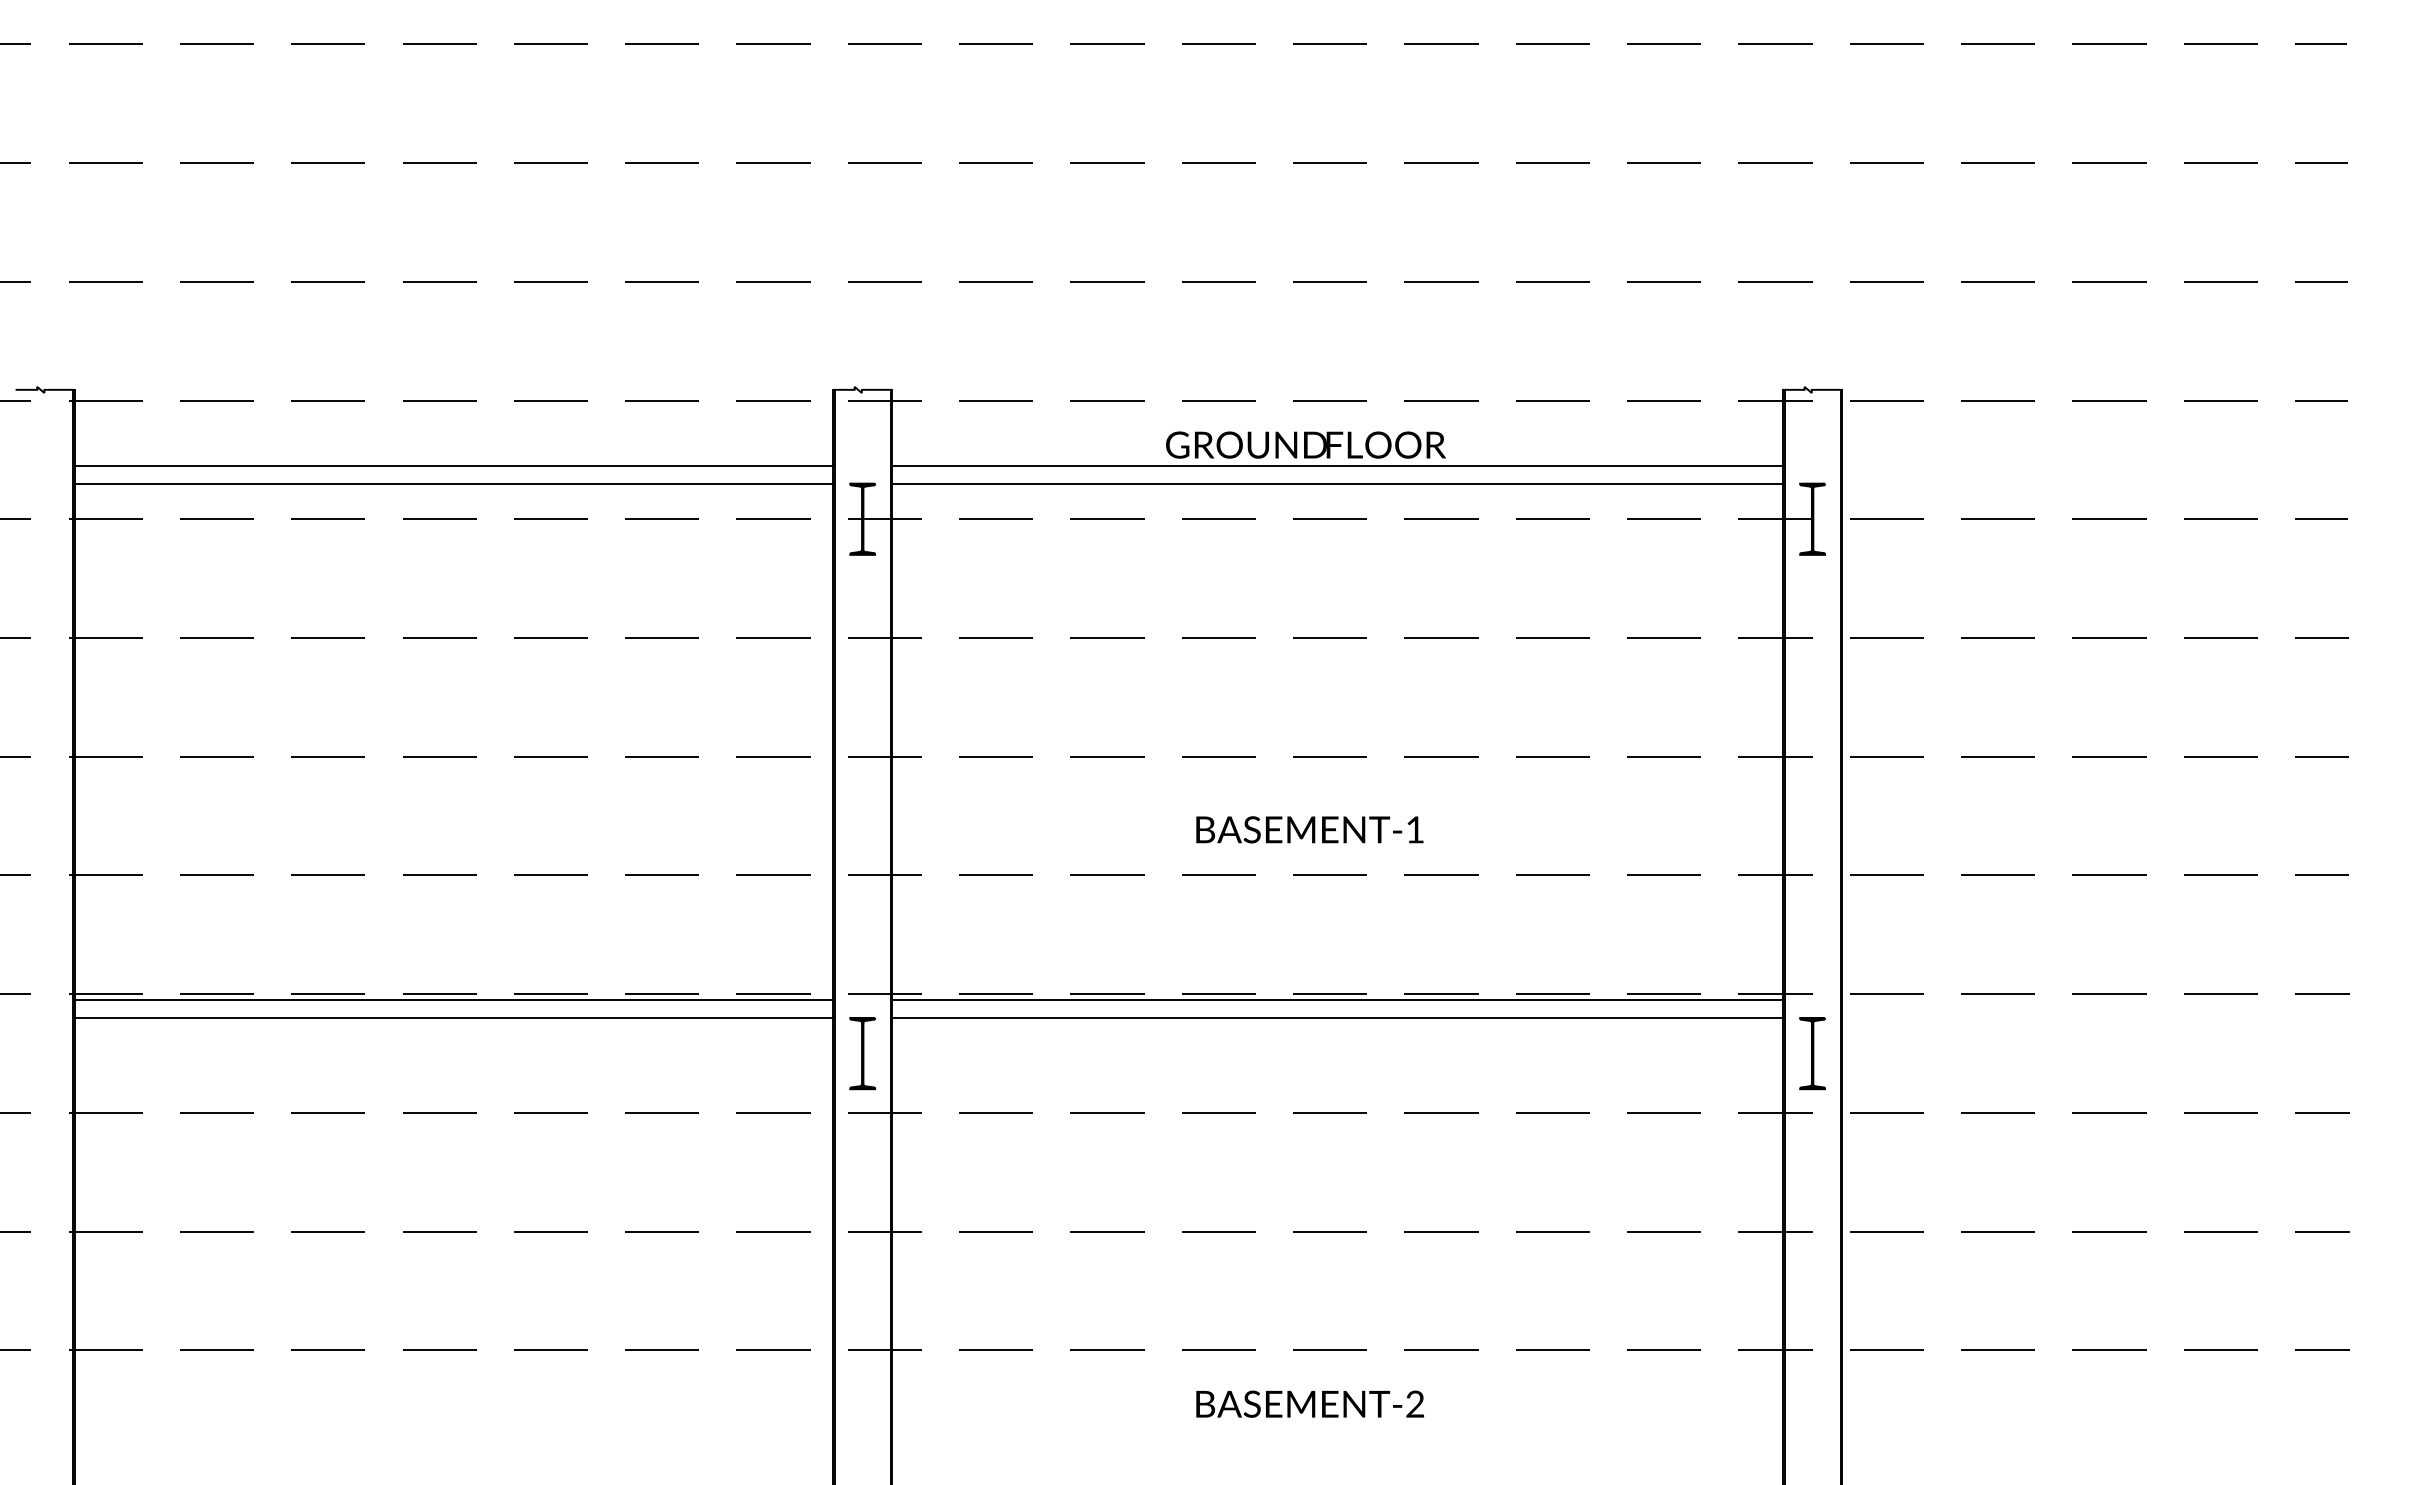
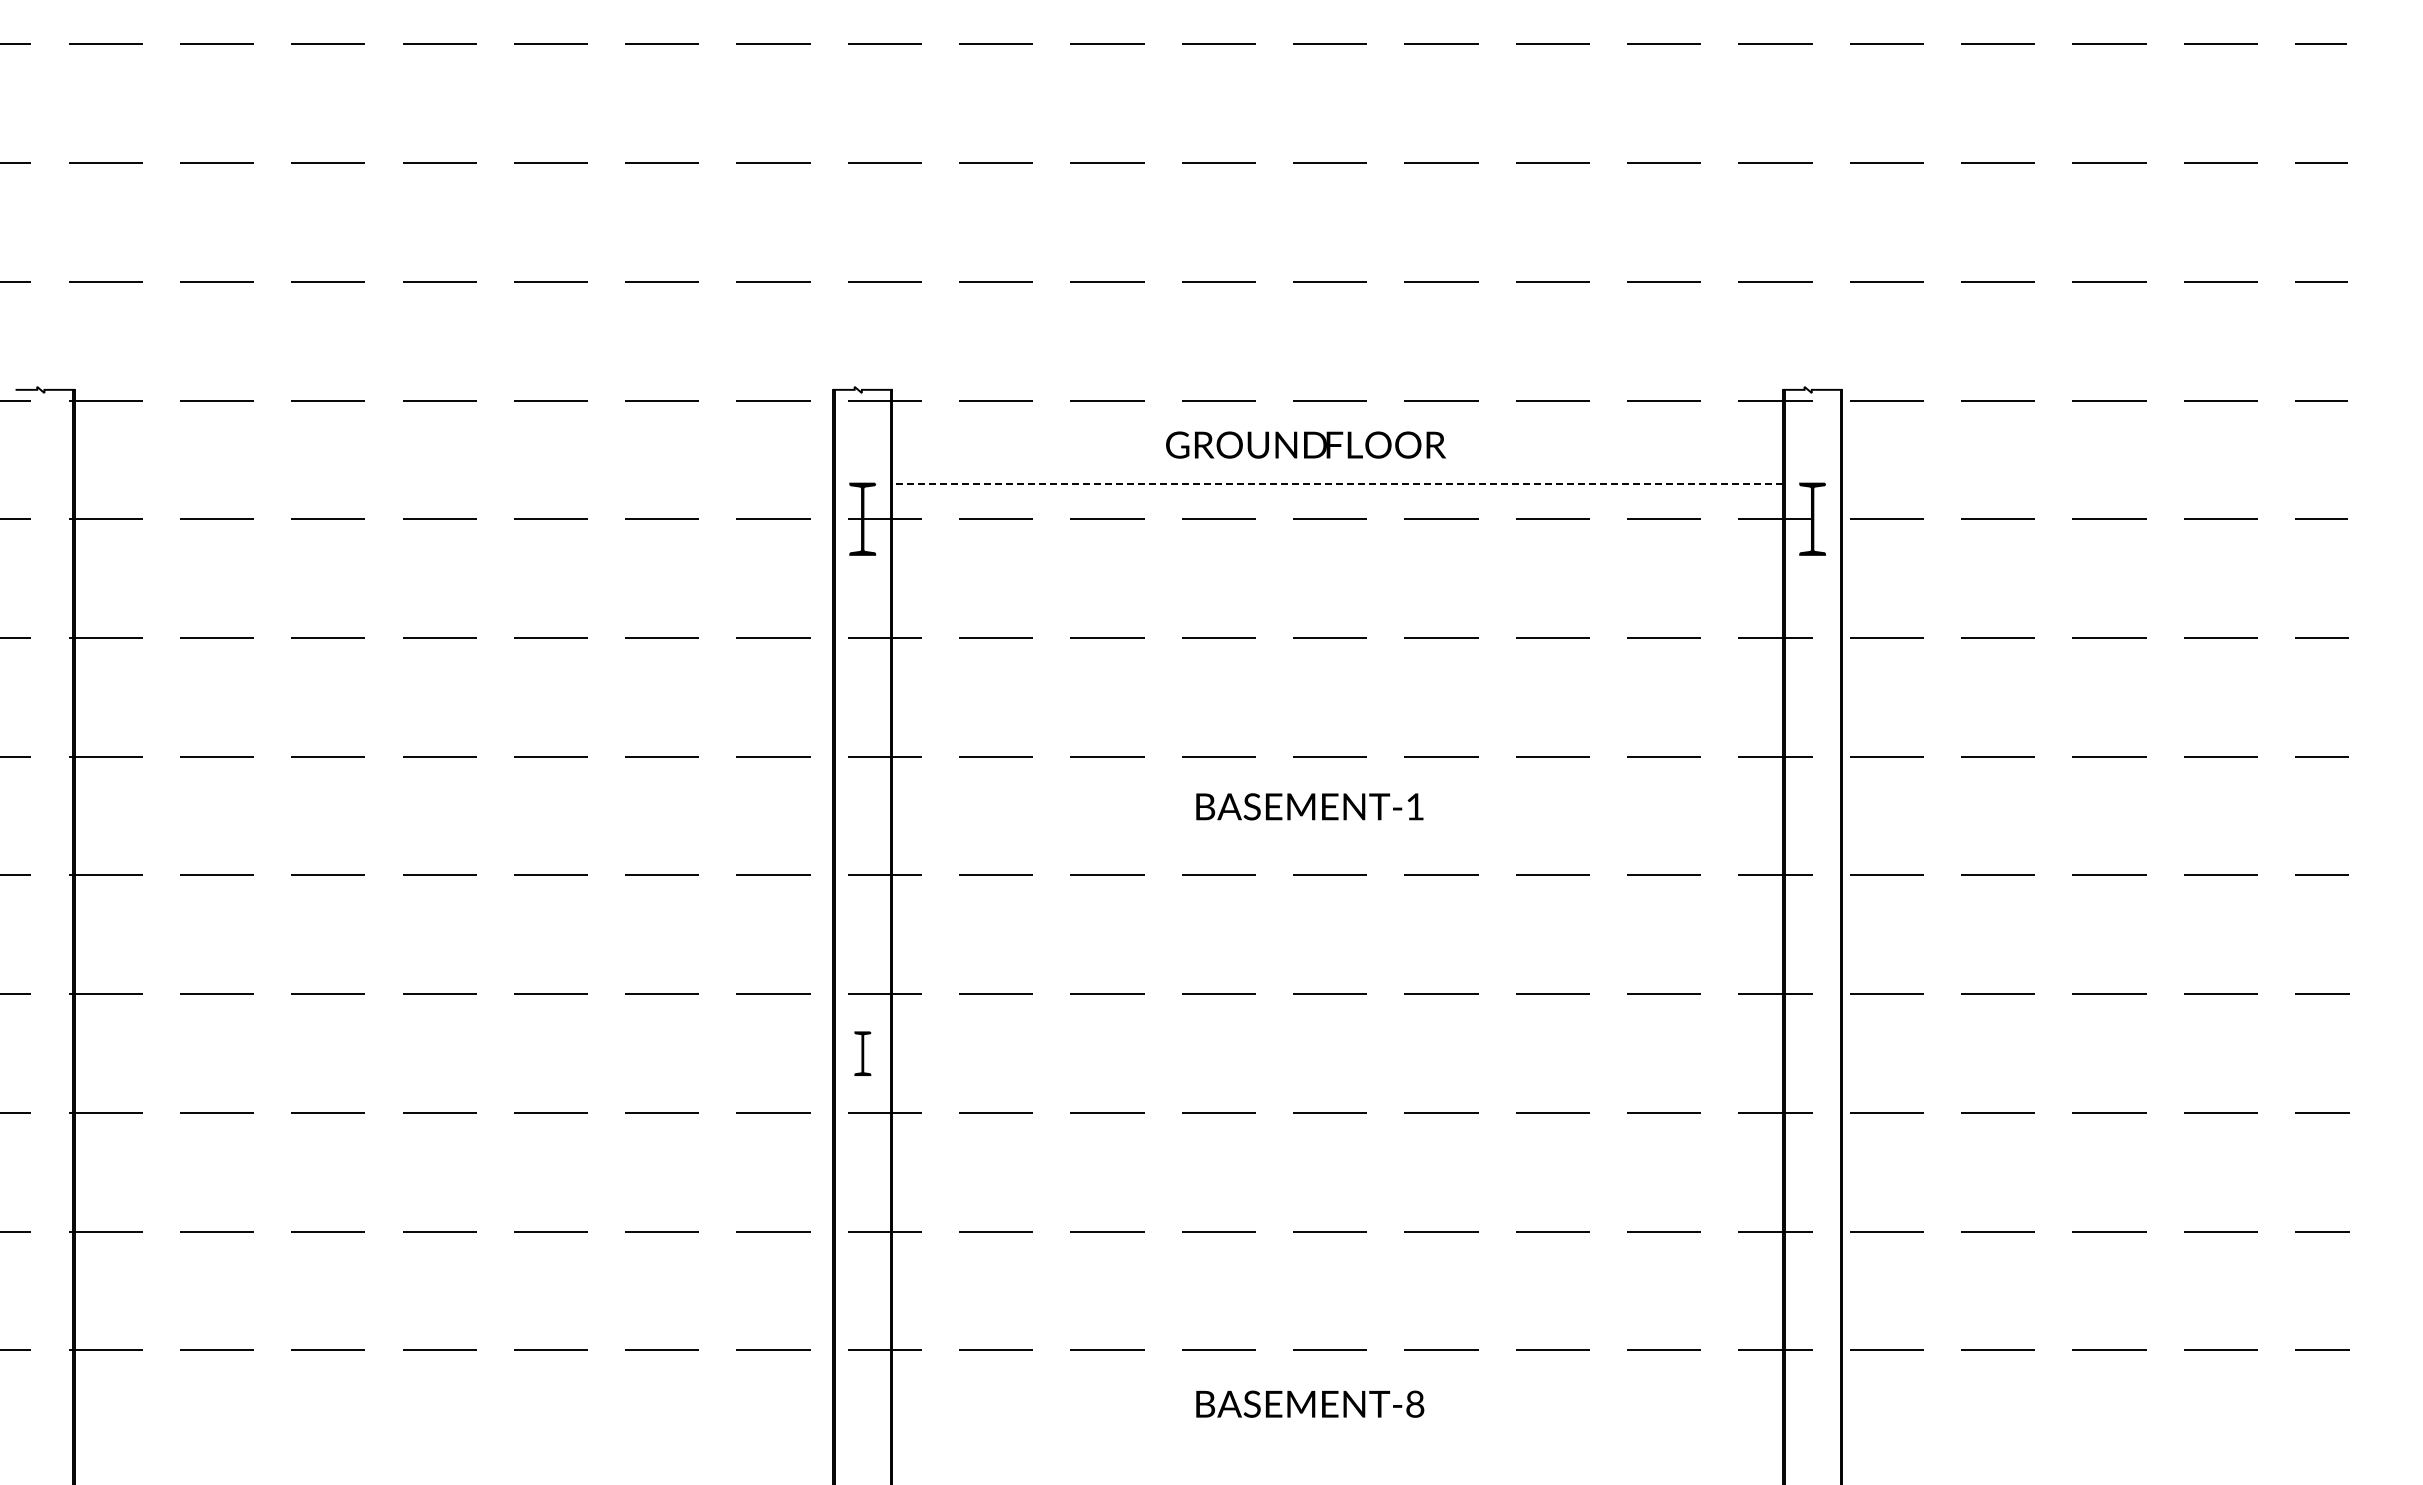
line at (453, 465): present -> none
line at (1337, 465): present -> none
line at (453, 483): present -> none
line at (1337, 483): solid -> dashed
text at (1309, 829) position: (1309, 829) -> (1309, 806)
line at (453, 1000): present -> none
line at (1337, 1000): present -> none
line at (453, 1017): present -> none
line at (1337, 1017): present -> none
part at (862, 1053) size: 28x74 px -> 18x45 px
part at (1812, 1053): present -> none
text at (1415, 1404): BASEMENT-2 -> BASEMENT-8
